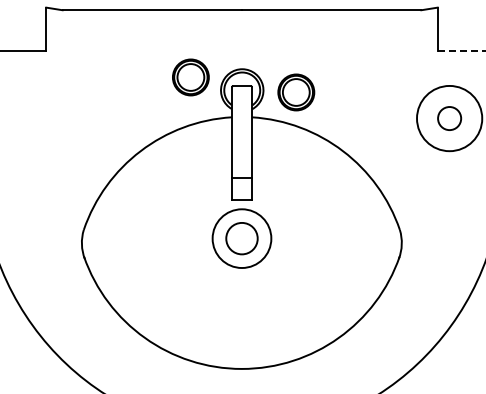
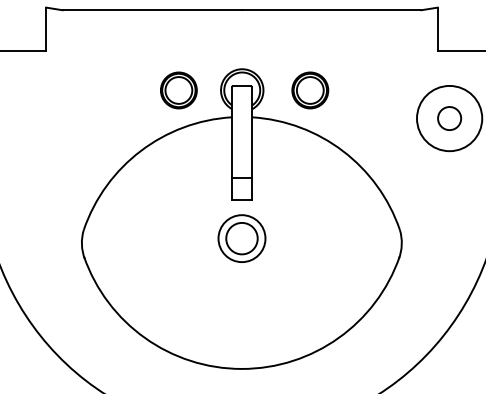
line at (461, 51): dashed -> solid
part at (190, 77) position: (190, 77) -> (178, 90)
part at (296, 92) position: (296, 92) -> (310, 90)
circle at (241, 238) diameter: 59 px -> 47 px
